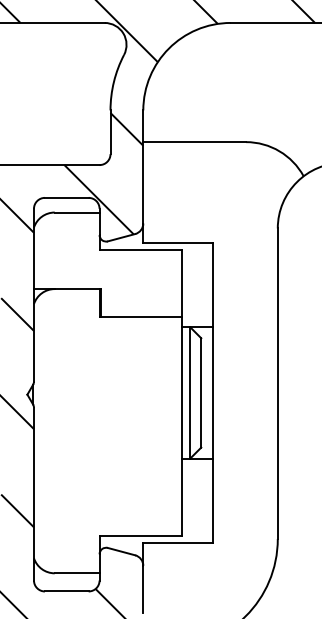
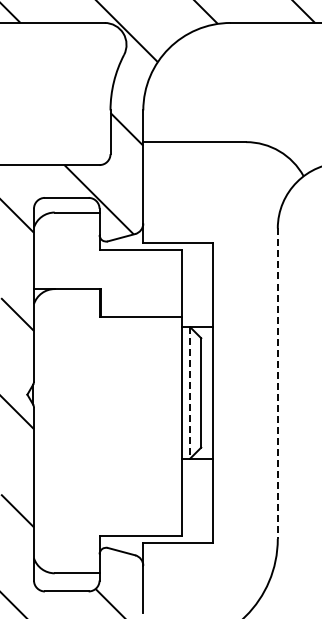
line at (277, 384): solid -> dashed
line at (190, 392): solid -> dashed
